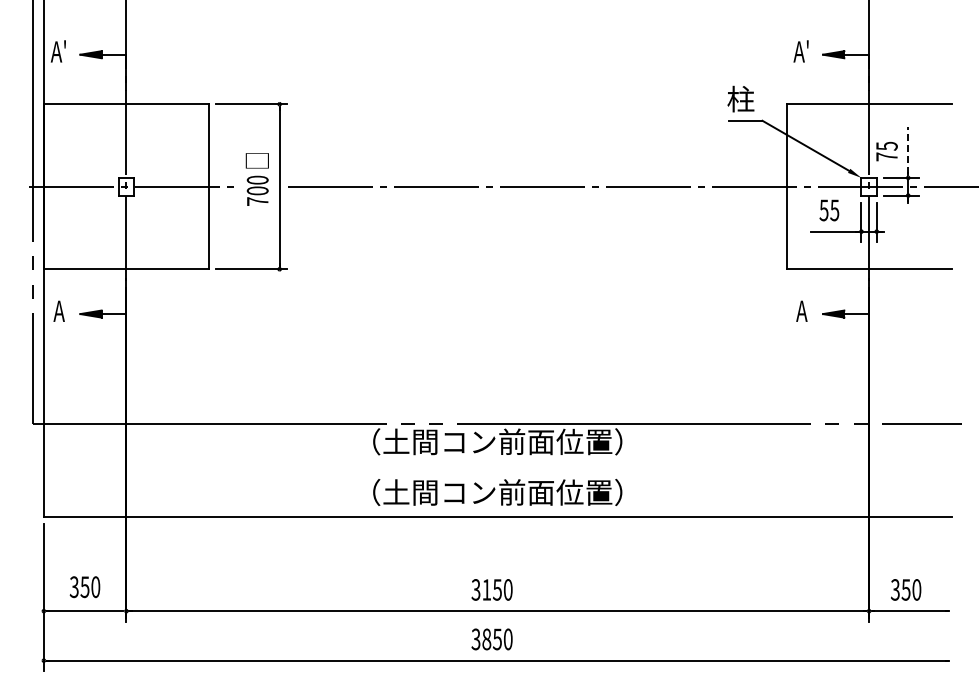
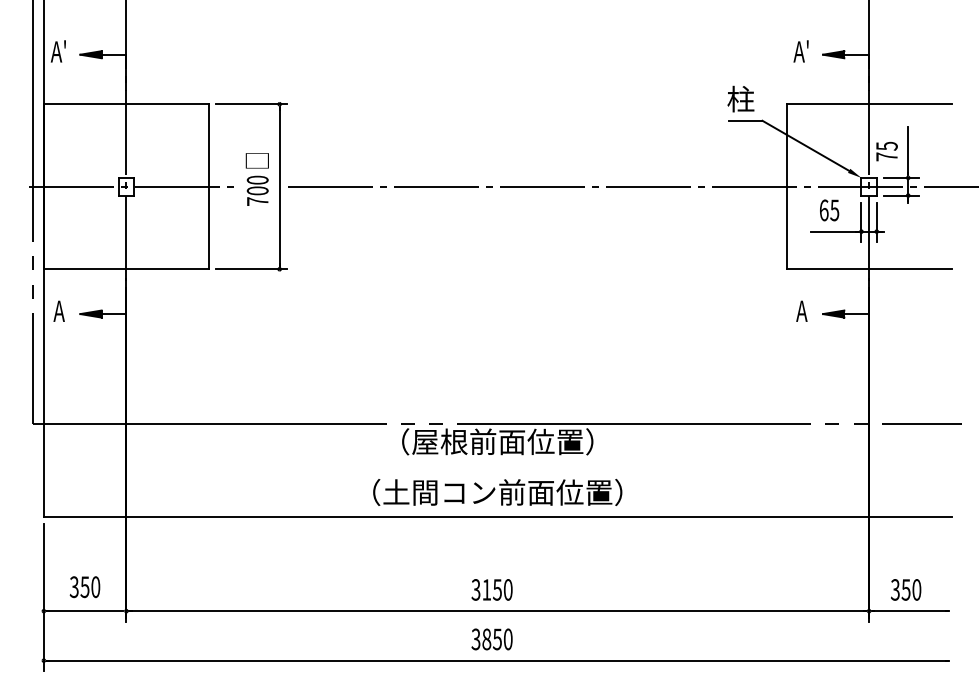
line at (908, 150): dashed -> solid
text at (823, 210): 55 -> 65
text at (497, 441): （土間コン前面位置） -> （屋根前面位置）
